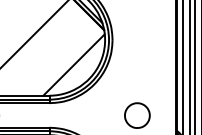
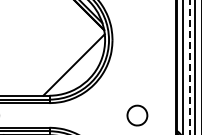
line at (34, 34): present -> none
line at (189, 67): solid -> dashed
part at (137, 115) size: 27x27 px -> 23x23 px
